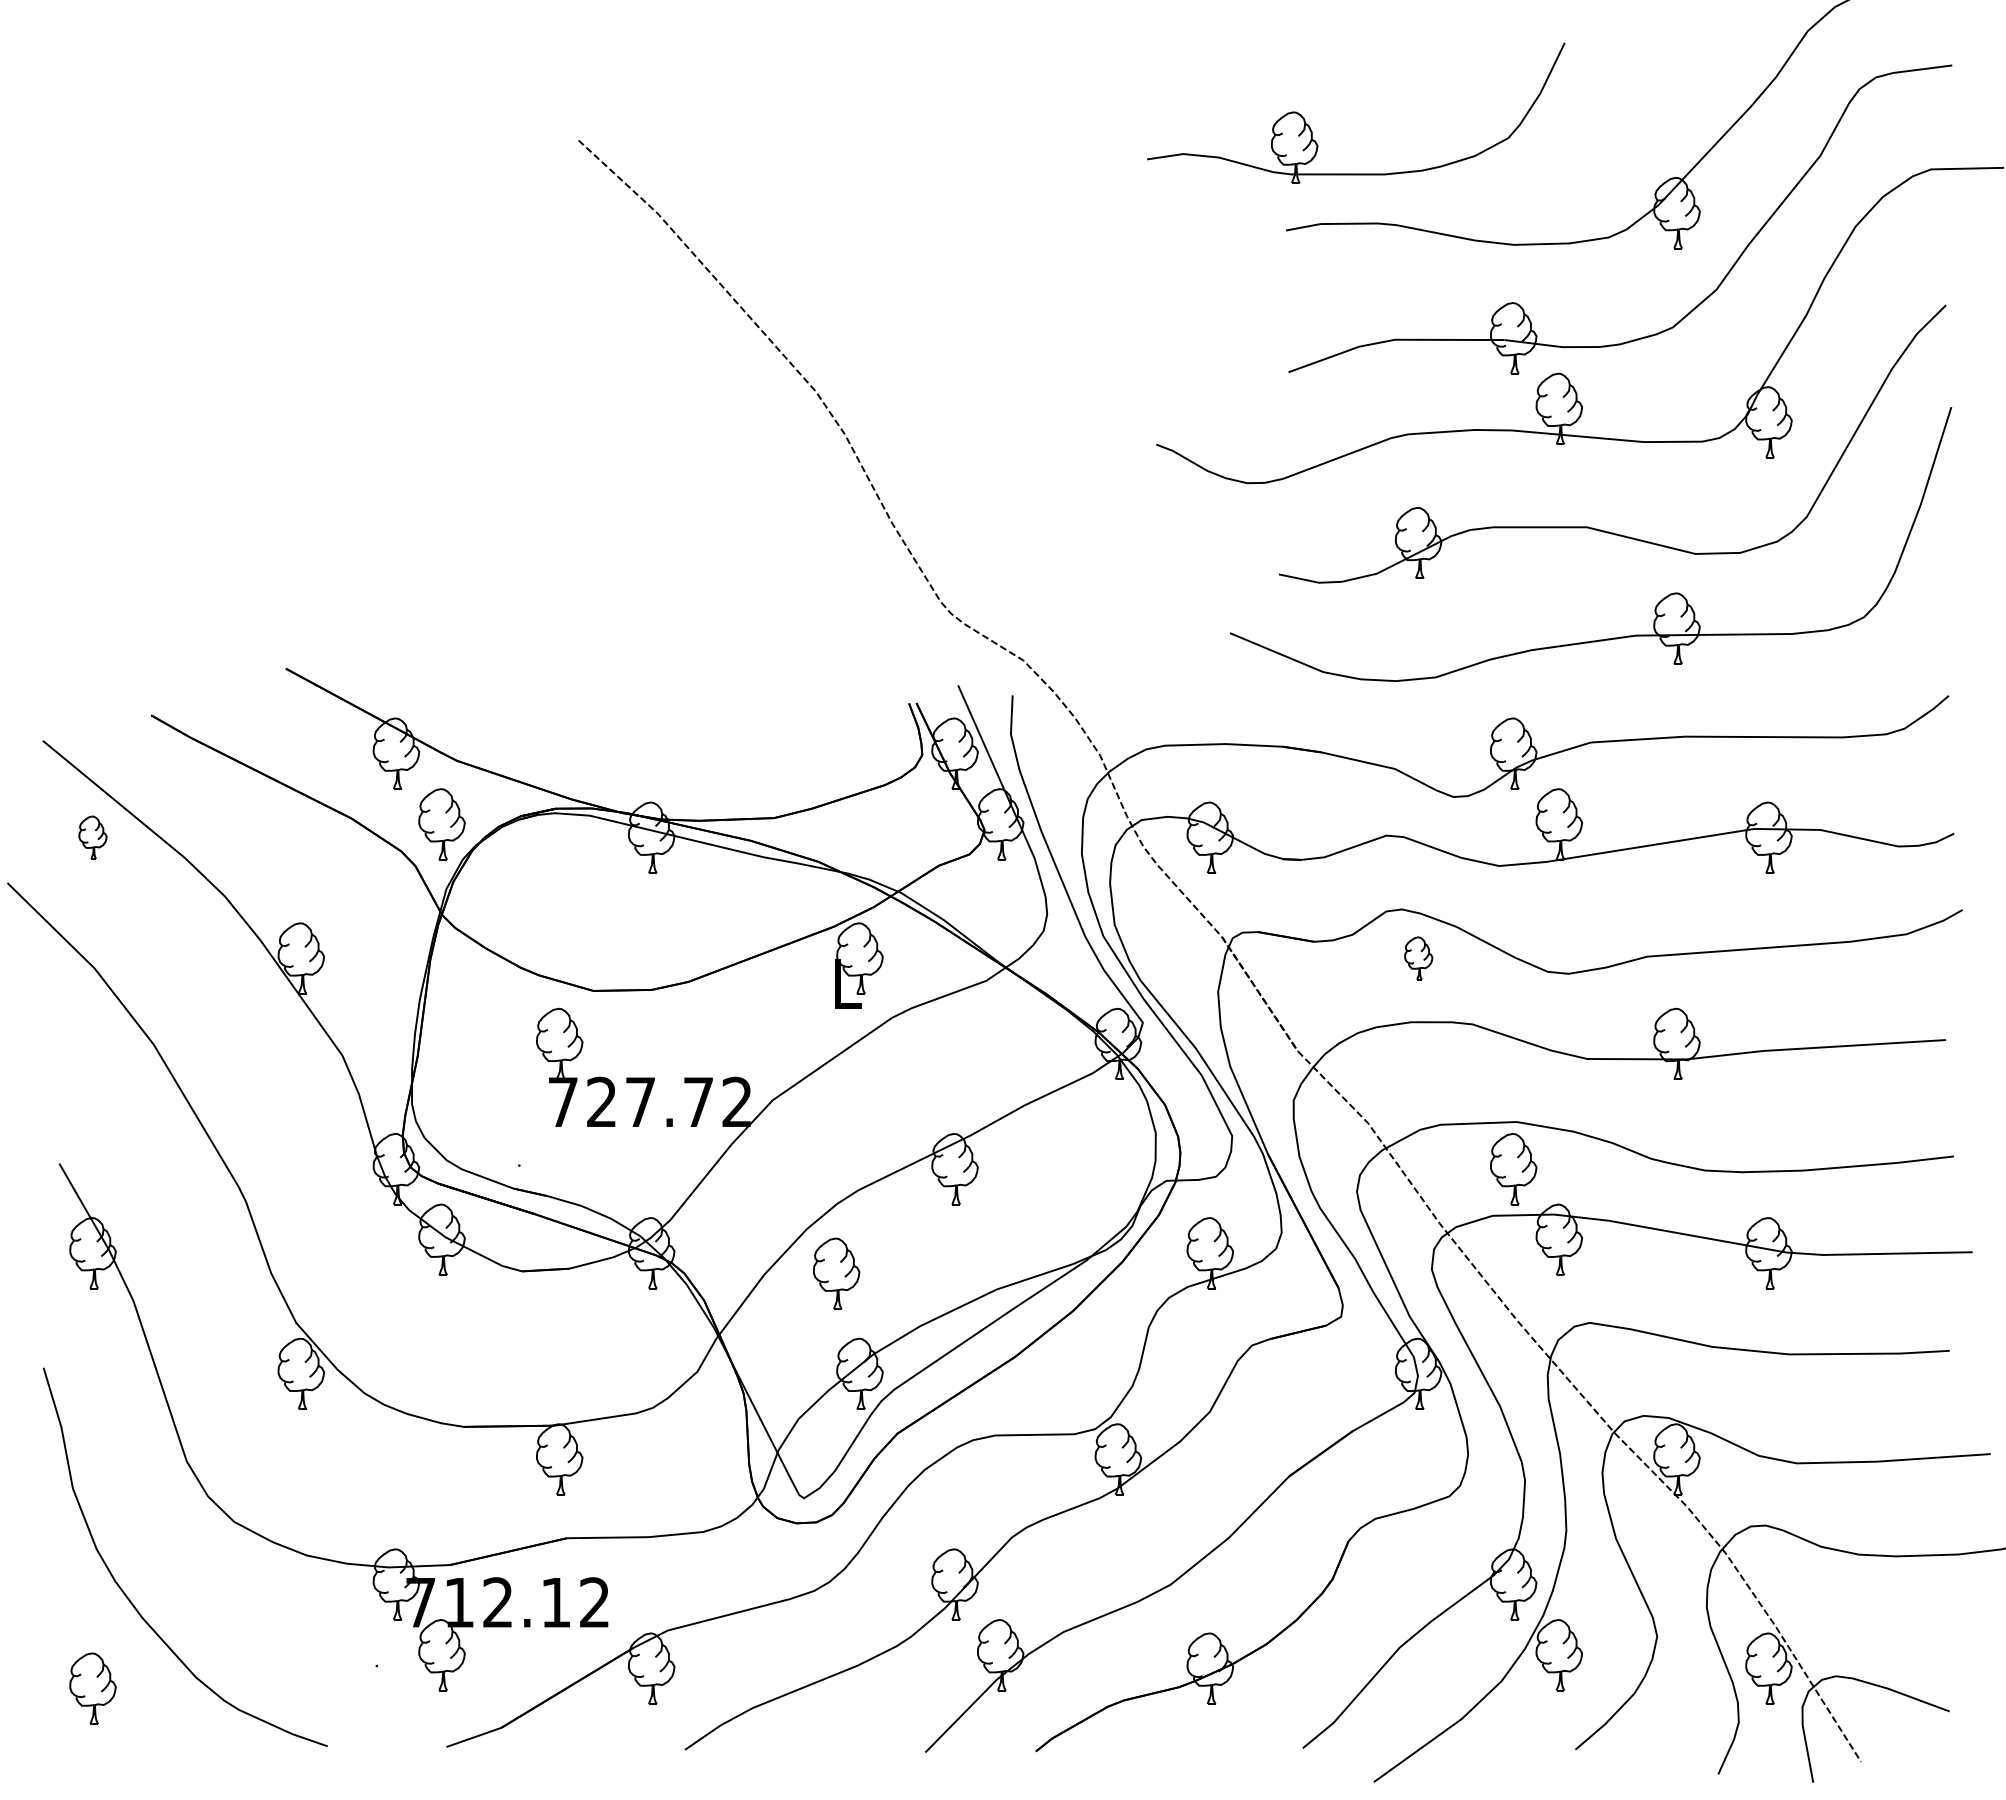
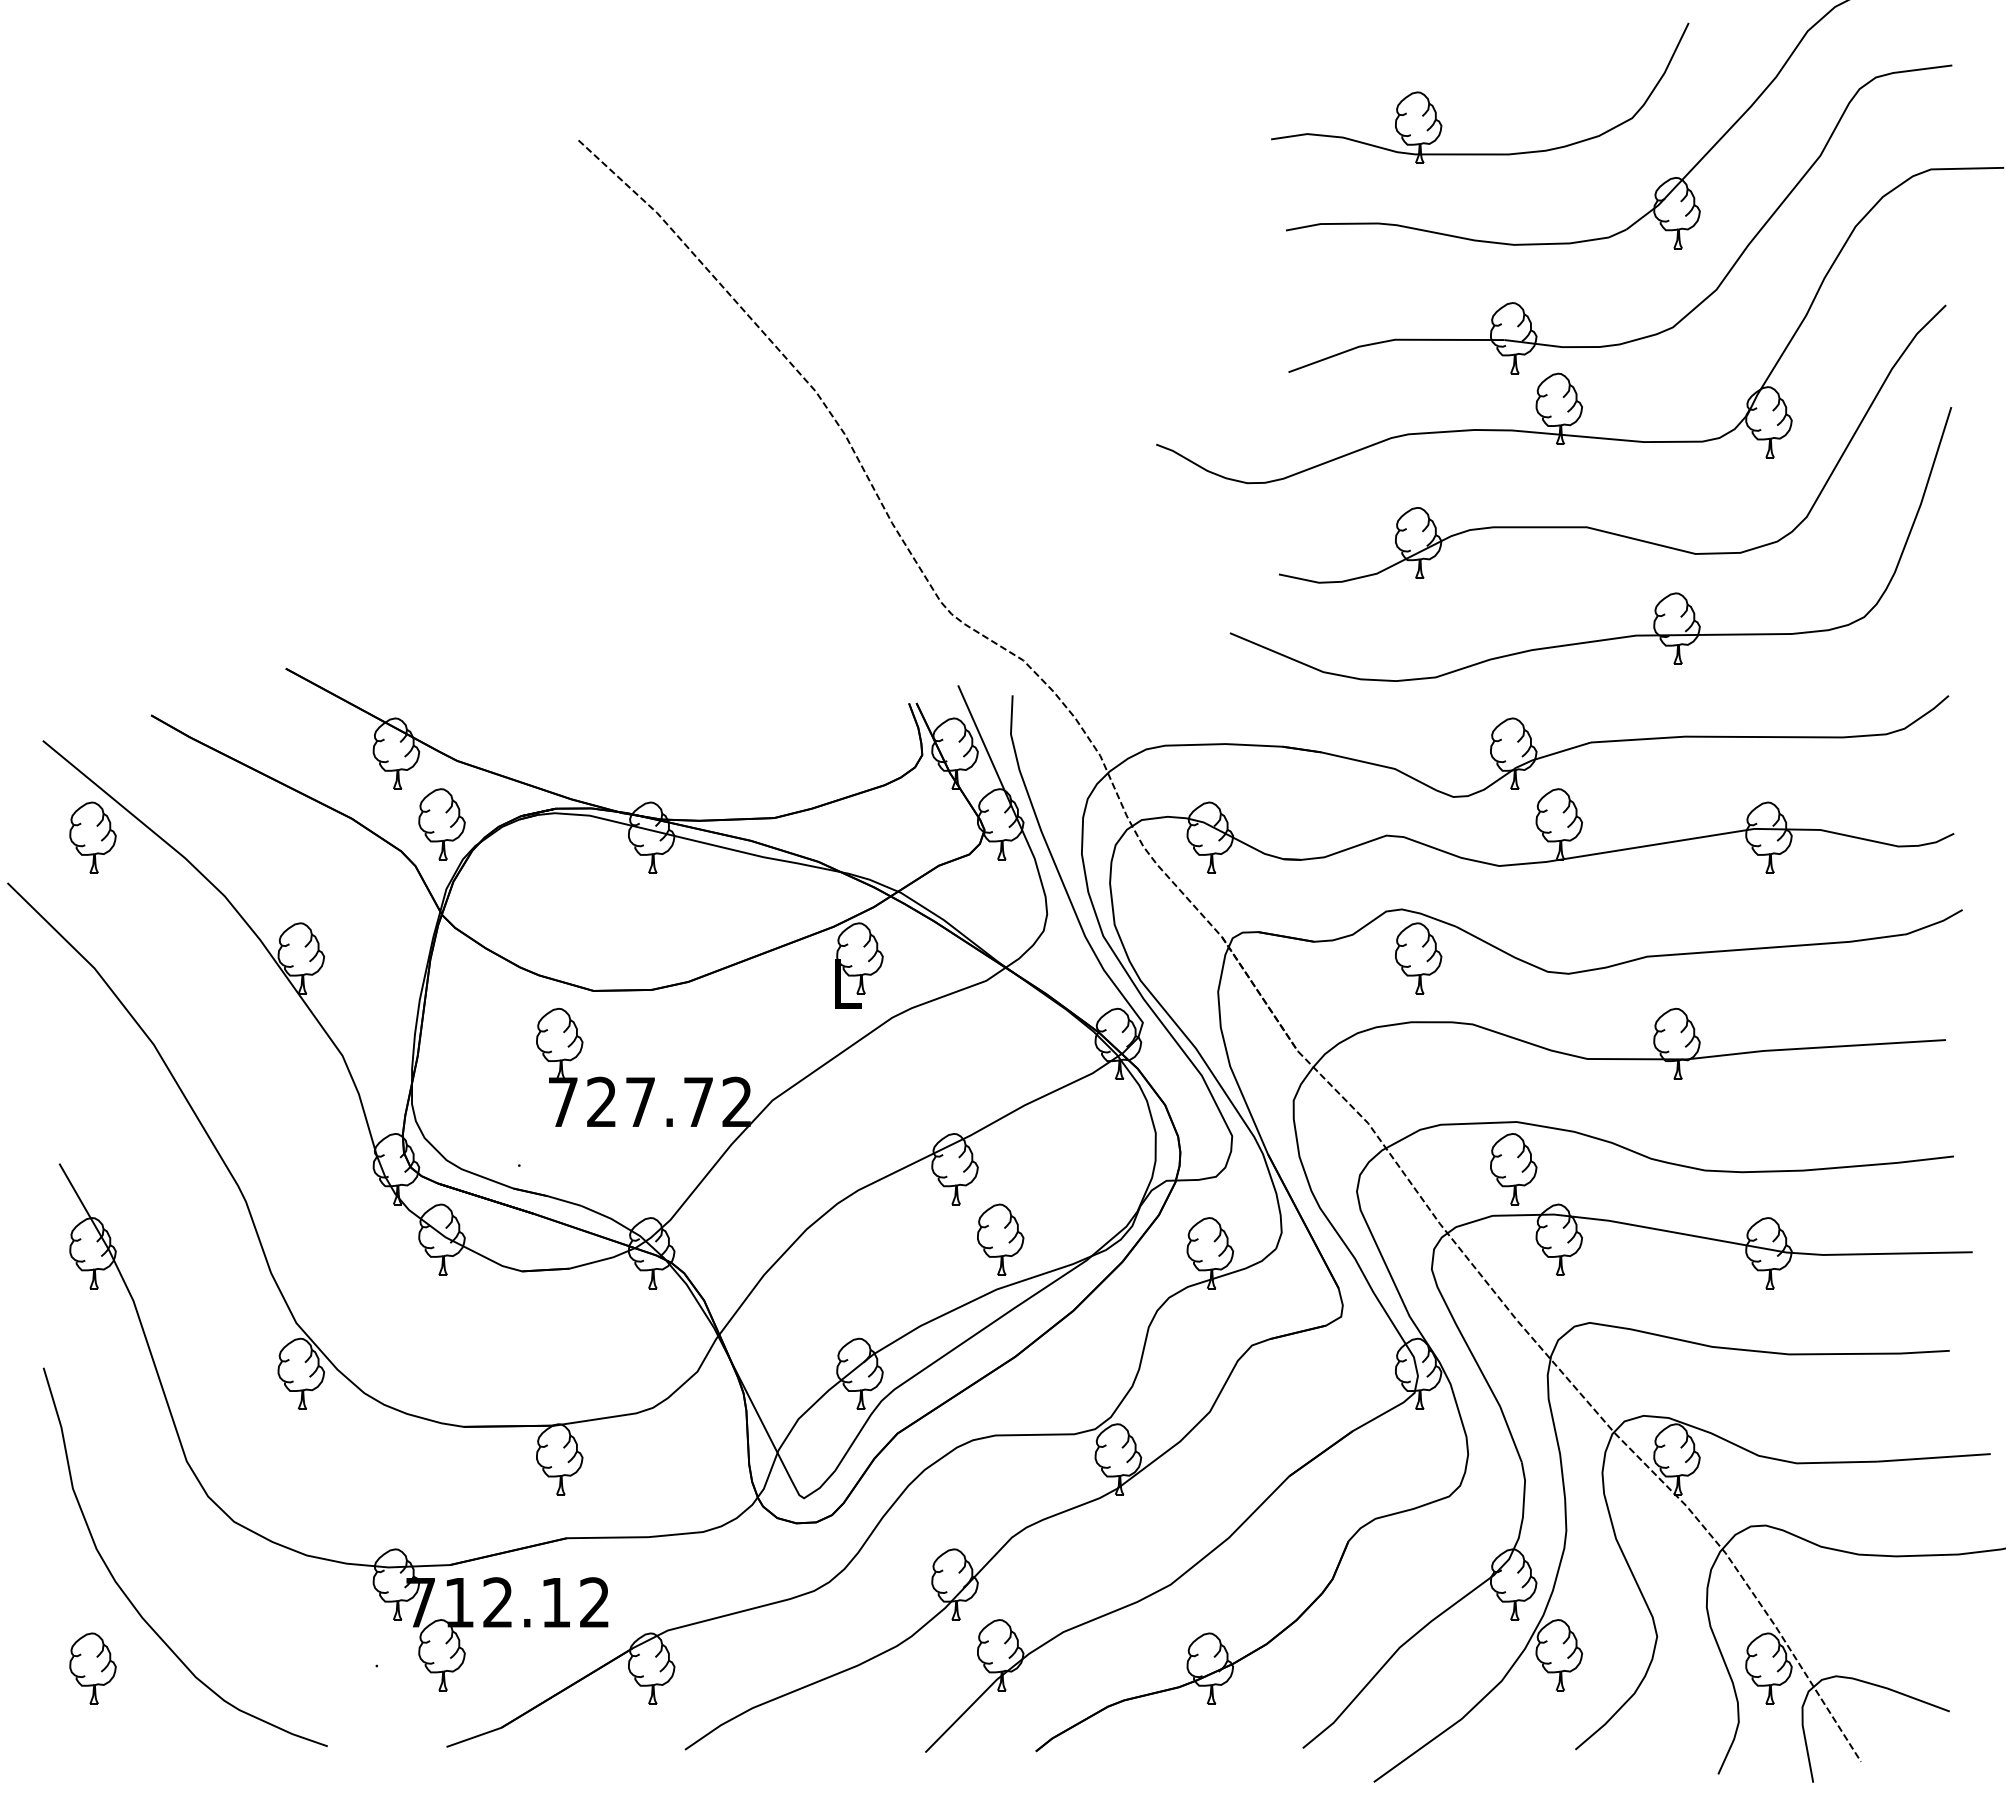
part at (1312, 131) position: (1312, 131) -> (1436, 111)
part at (92, 837) size: 30x45 px -> 48x73 px
part at (1418, 958) size: 30x45 px -> 48x73 px
part at (836, 1273) position: (836, 1273) -> (1000, 1239)
part at (92, 1688) position: (92, 1688) -> (92, 1668)
